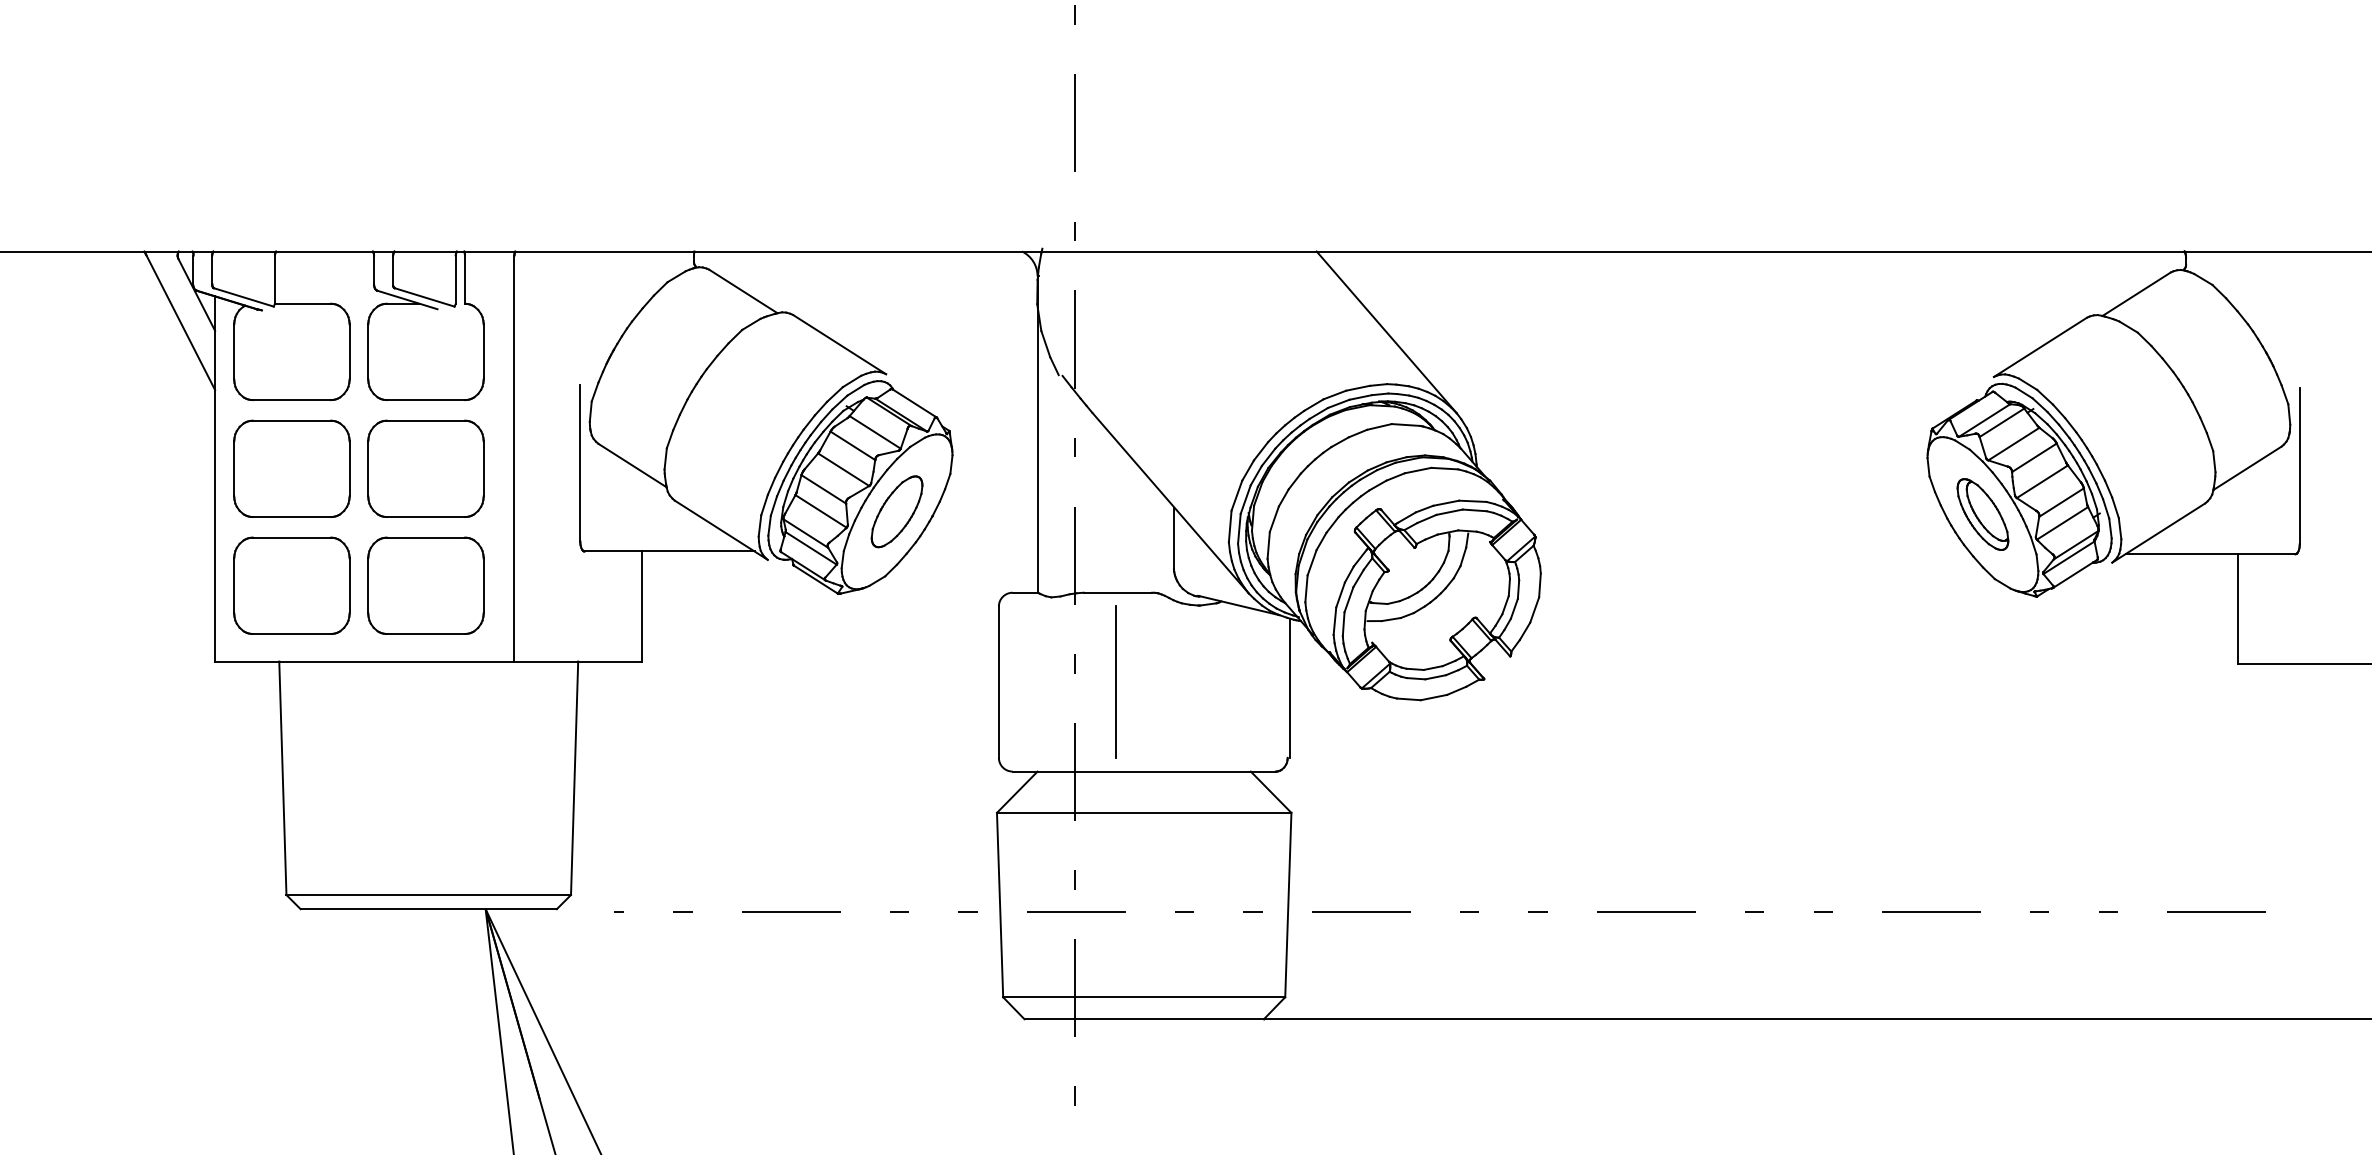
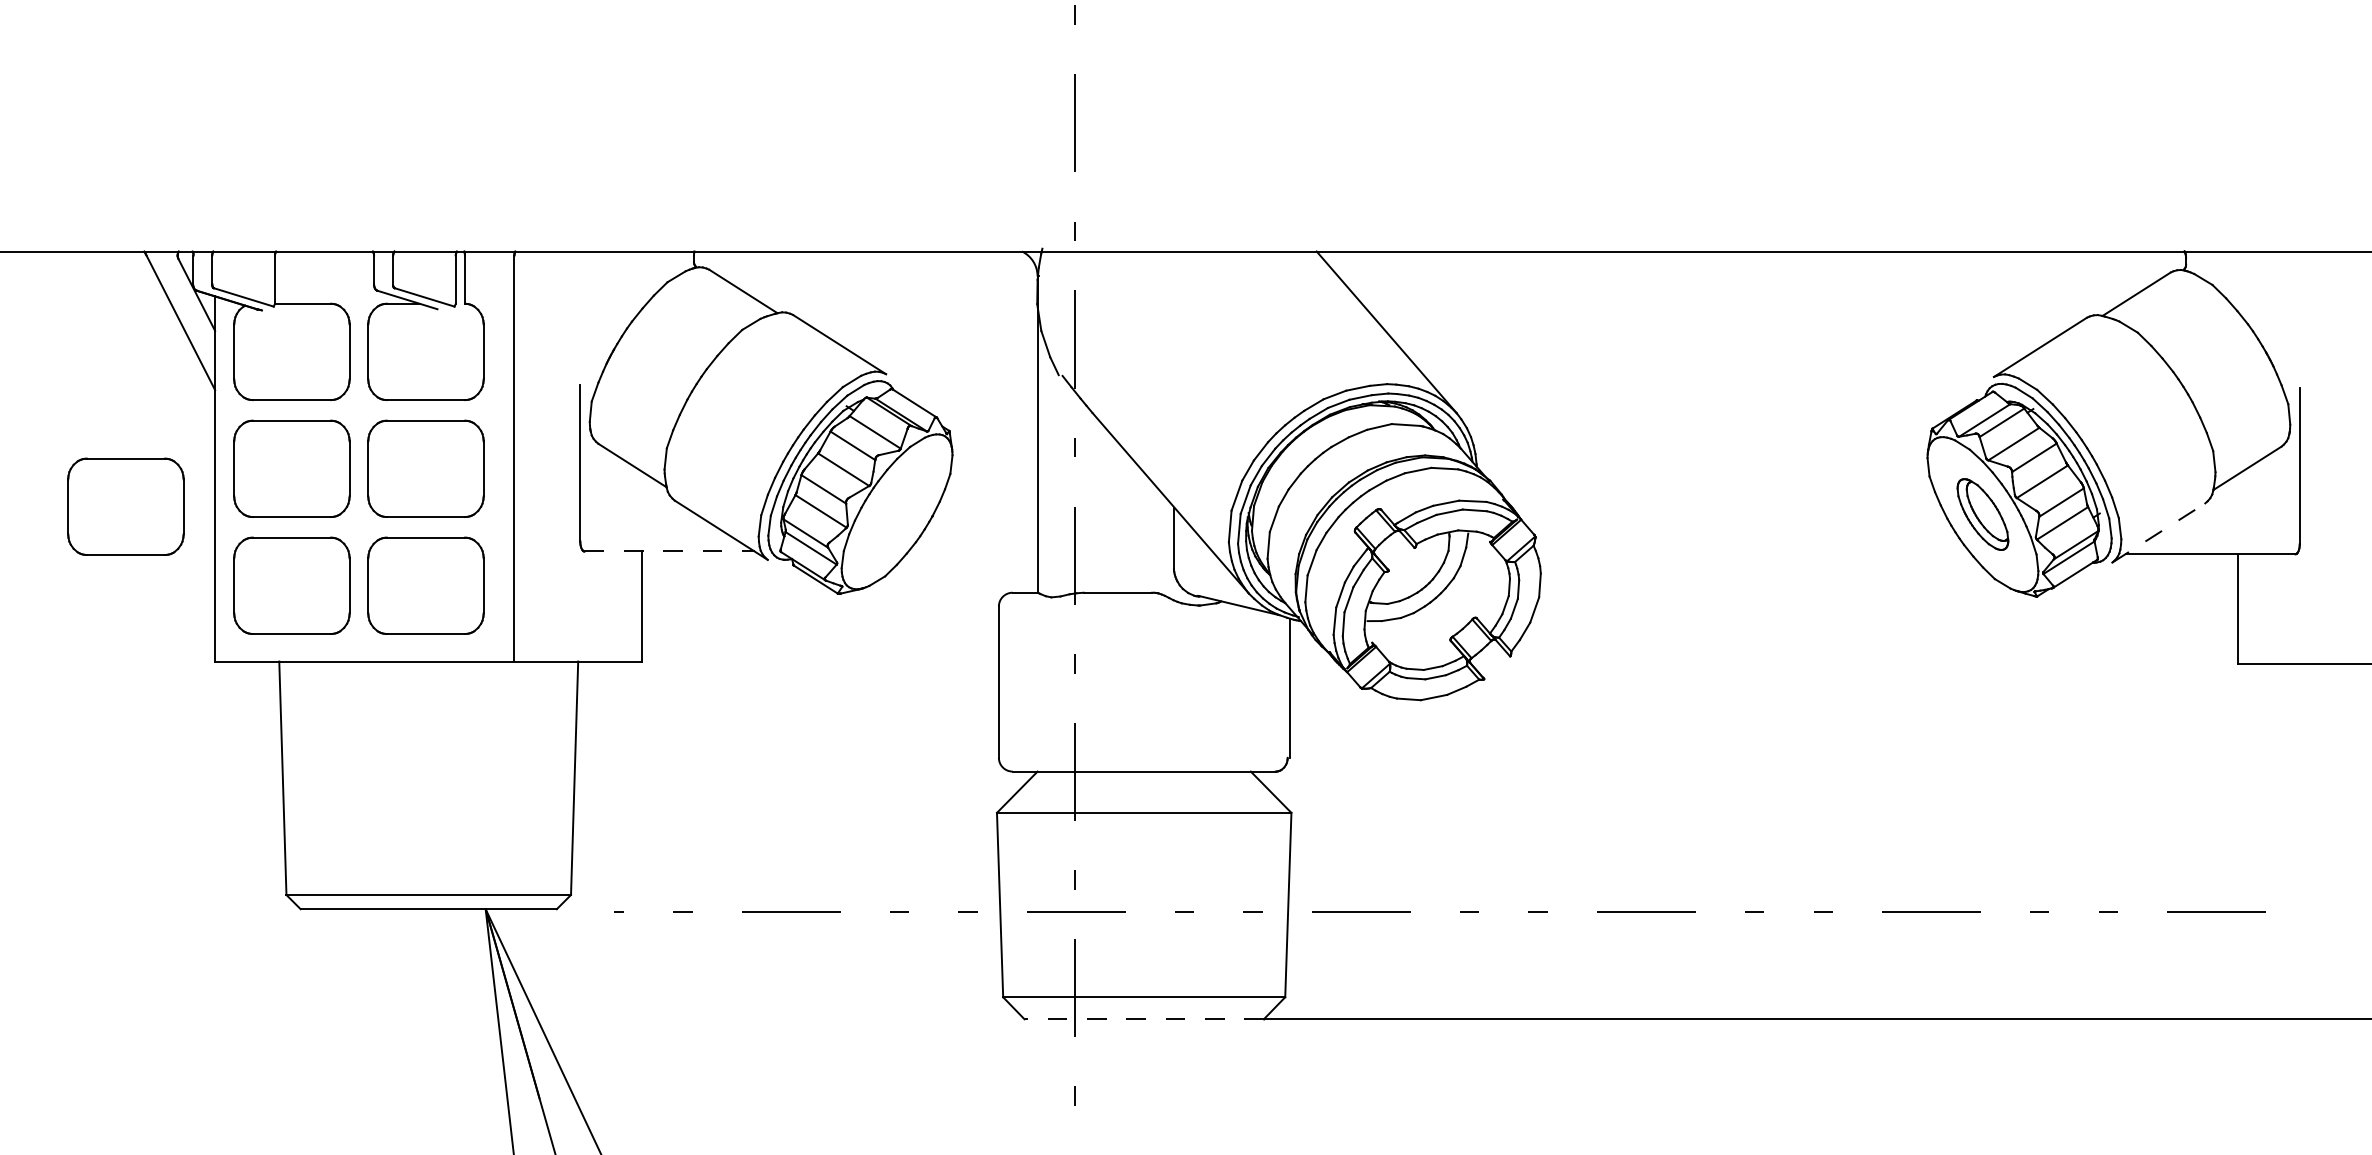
part at (125, 506): none -> present
part at (896, 511): present -> none
line at (2159, 532): solid -> dashed
line at (669, 551): solid -> dashed
line at (1115, 681): present -> none
line at (1144, 1019): solid -> dashed
